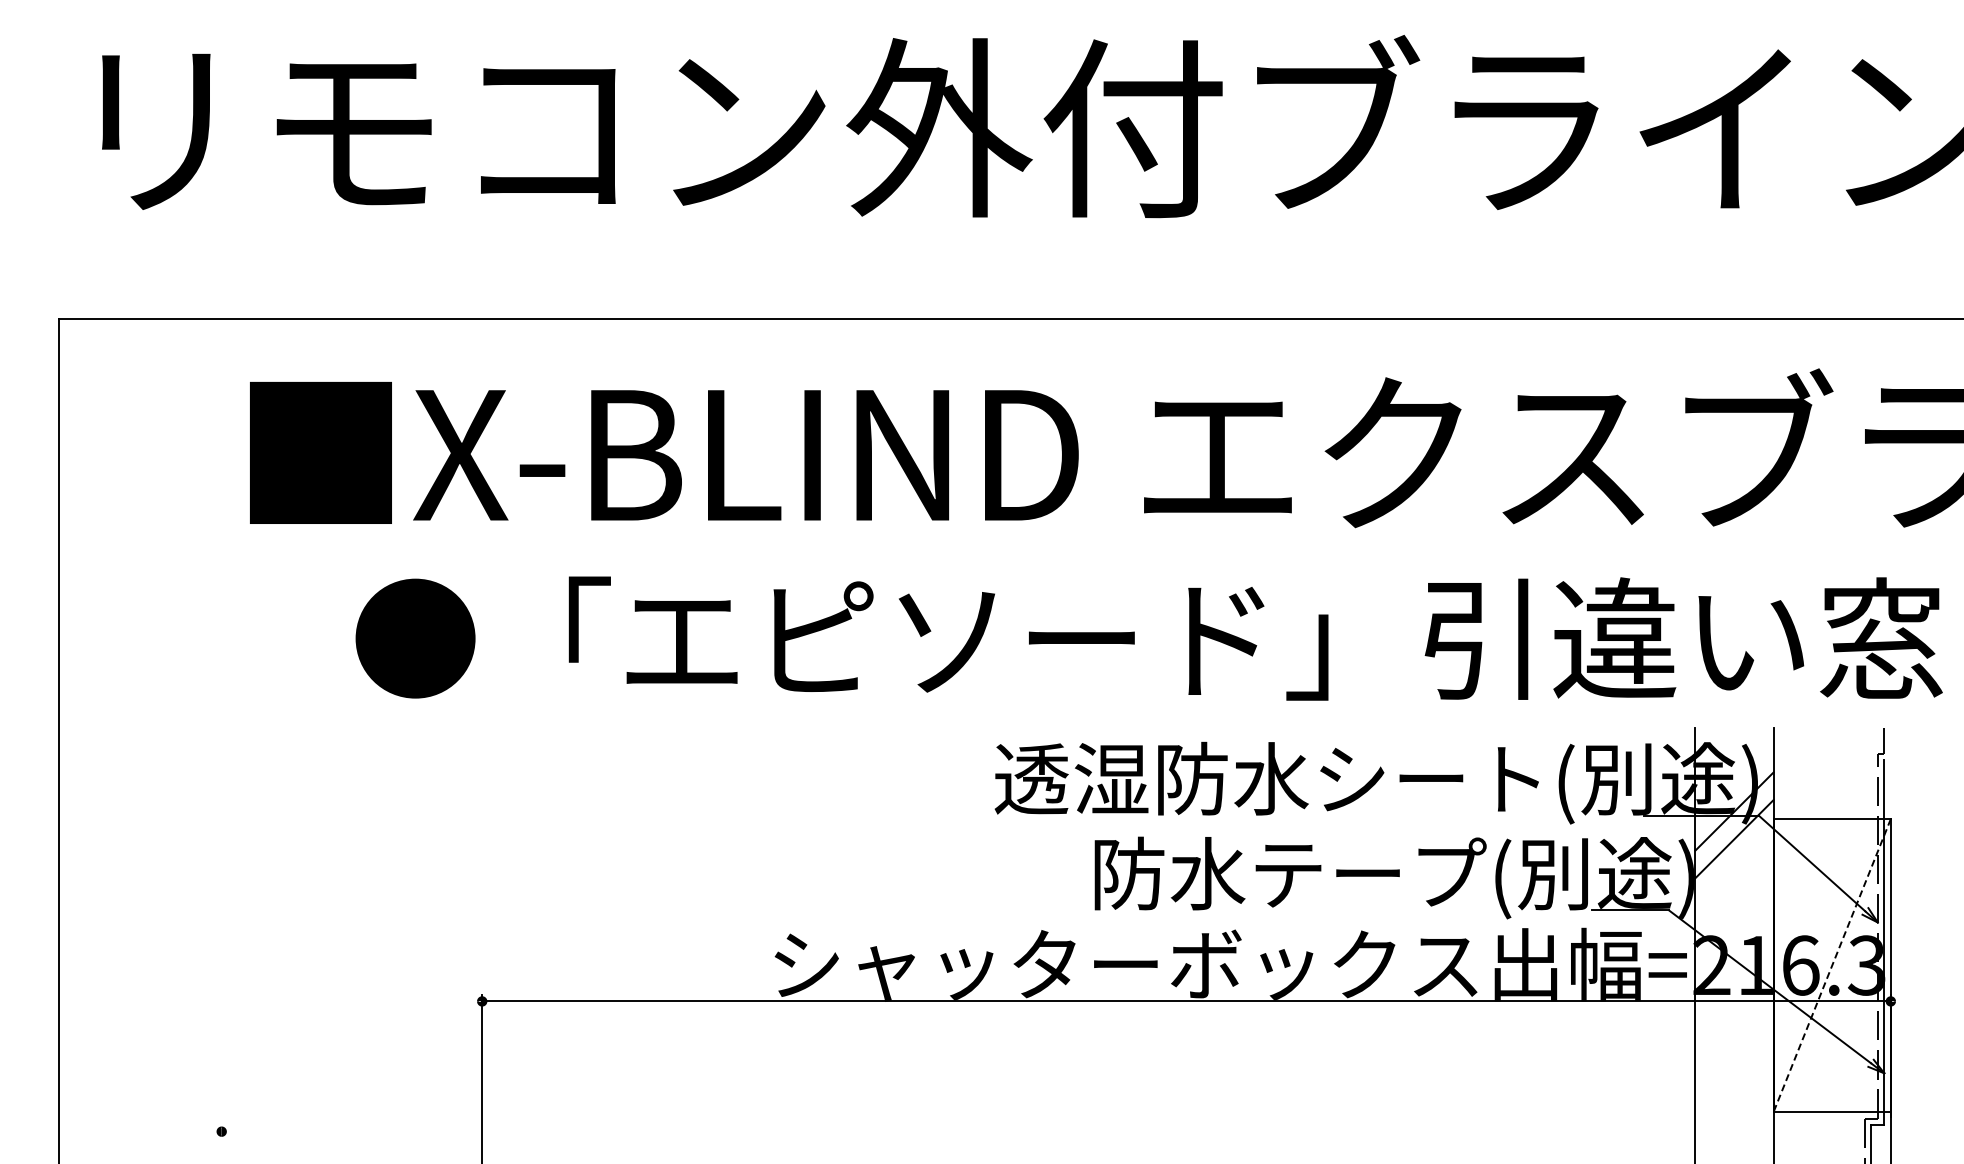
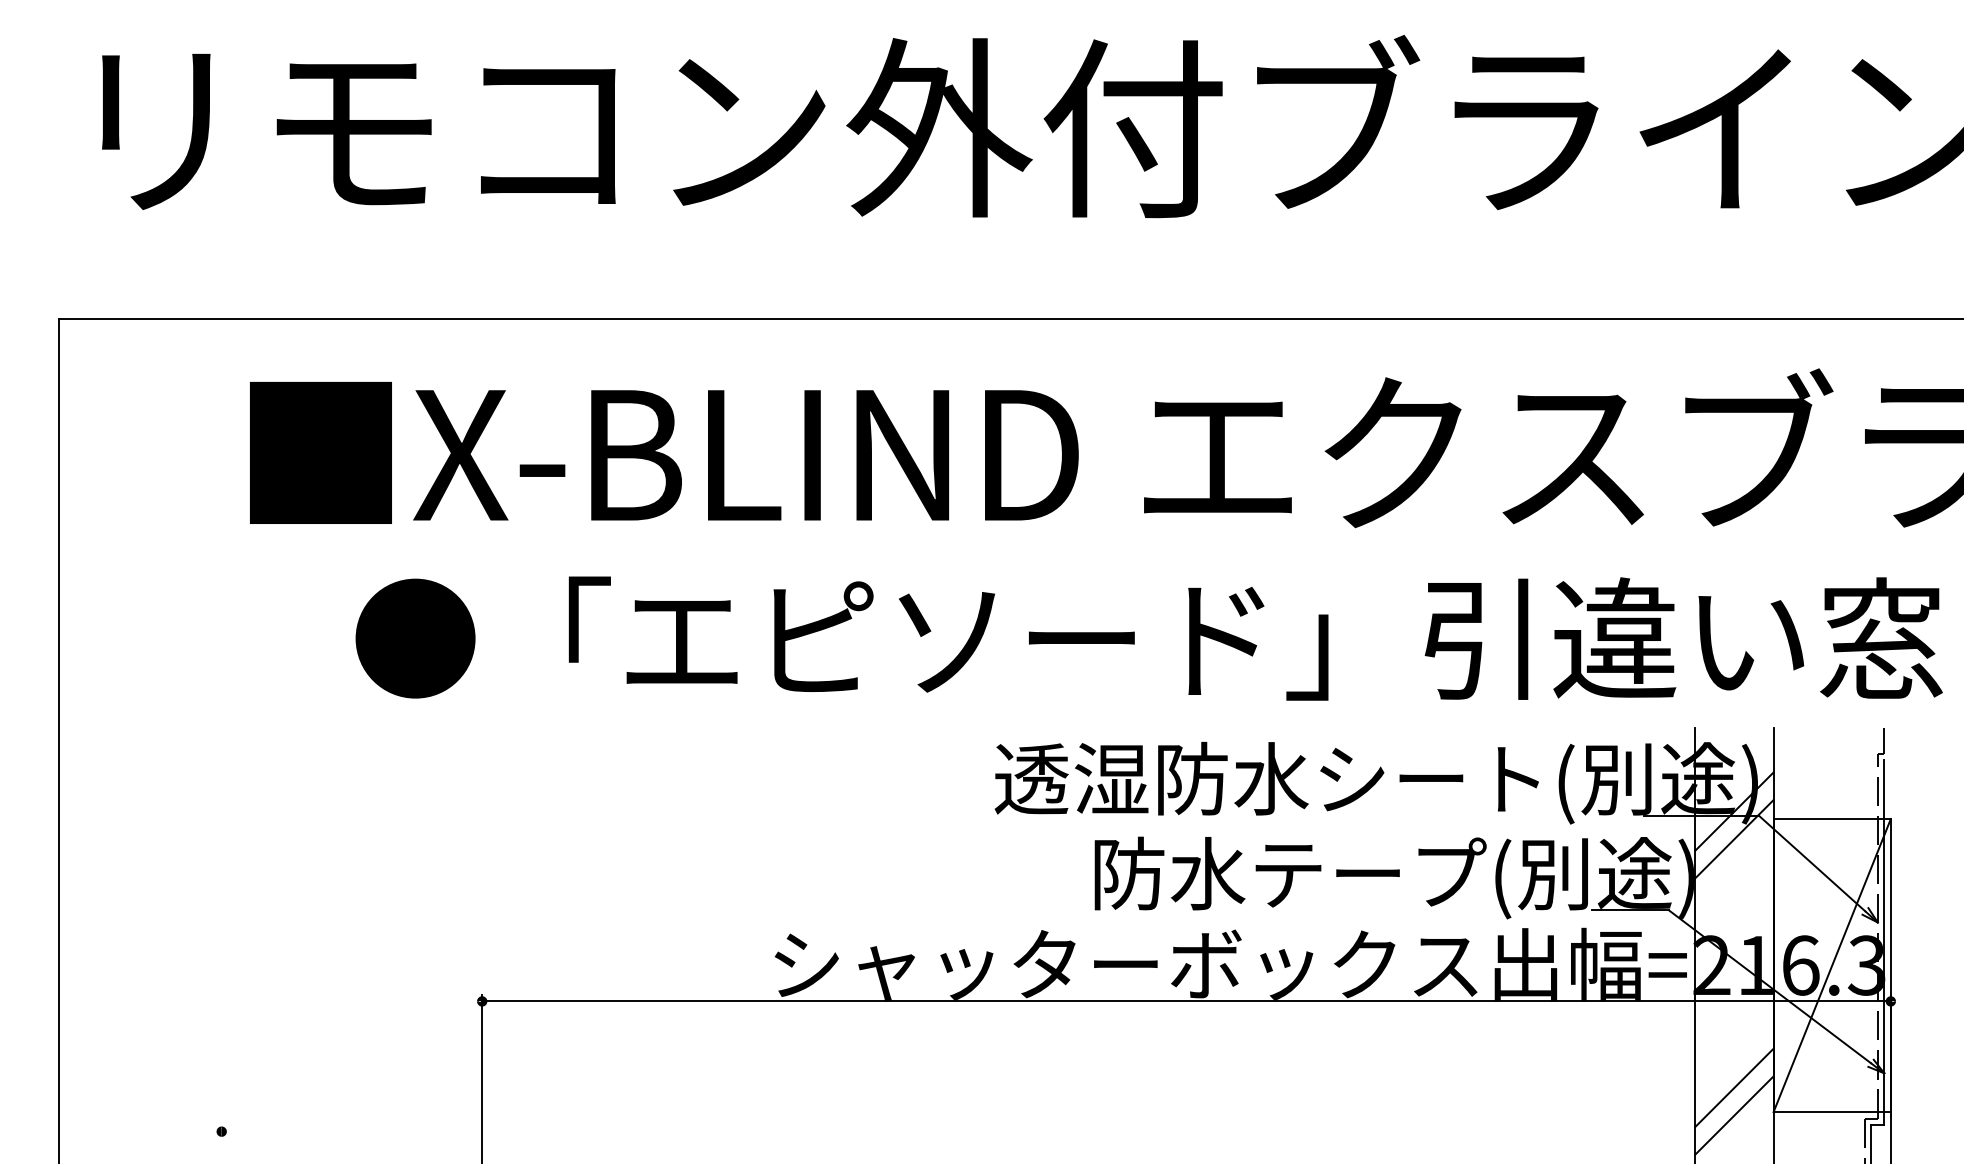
line at (1832, 965): dashed -> solid
line at (1734, 1087): none -> present
line at (1734, 1115): none -> present
